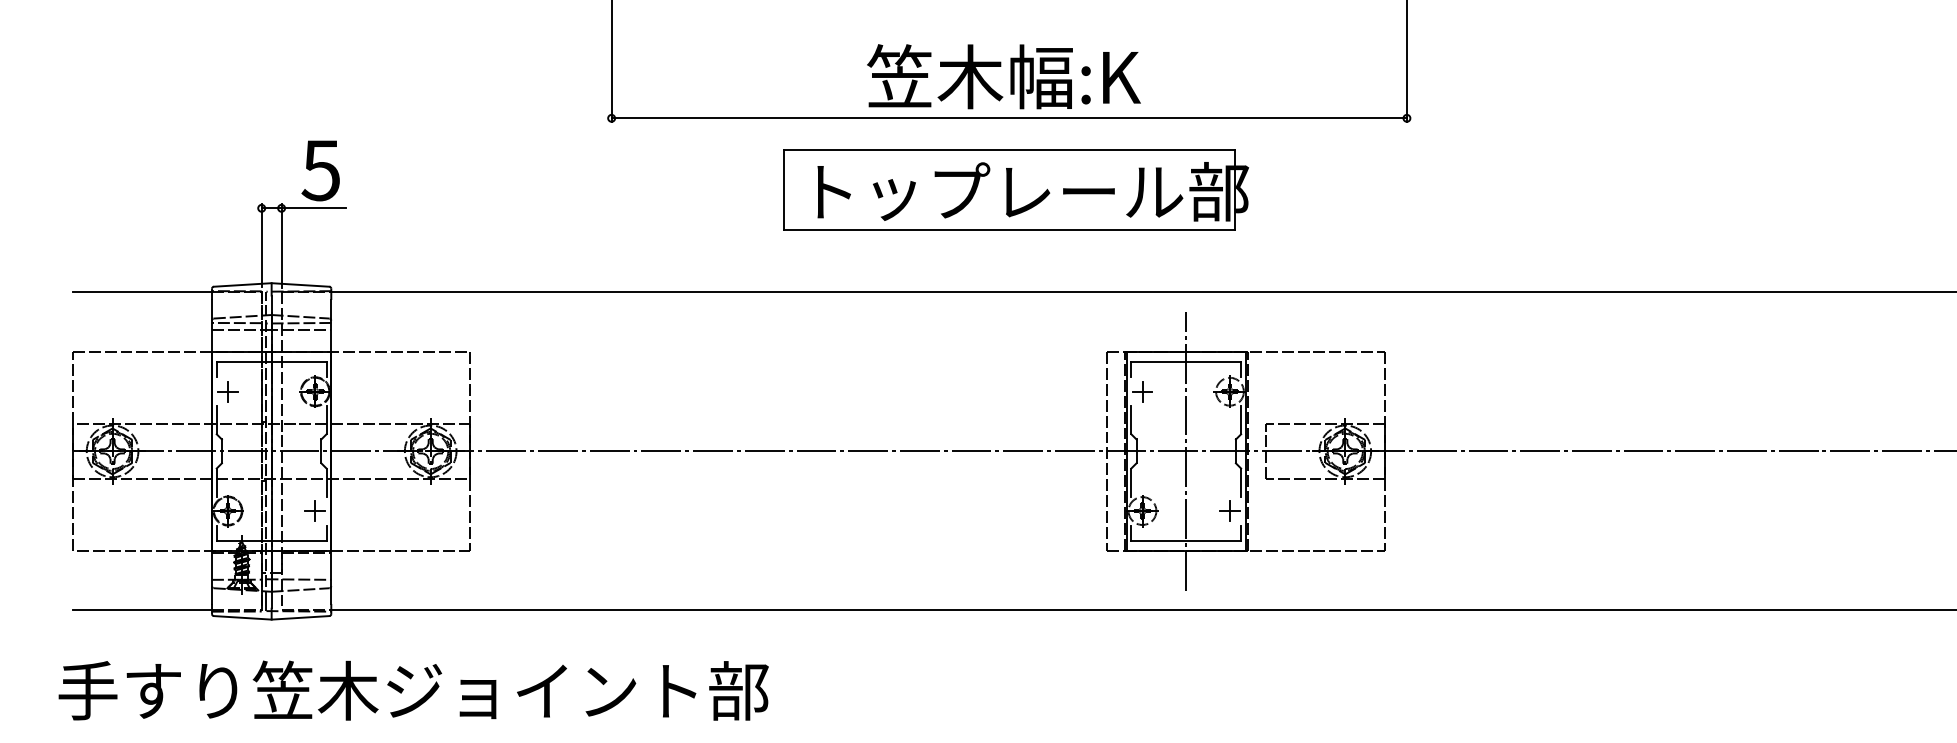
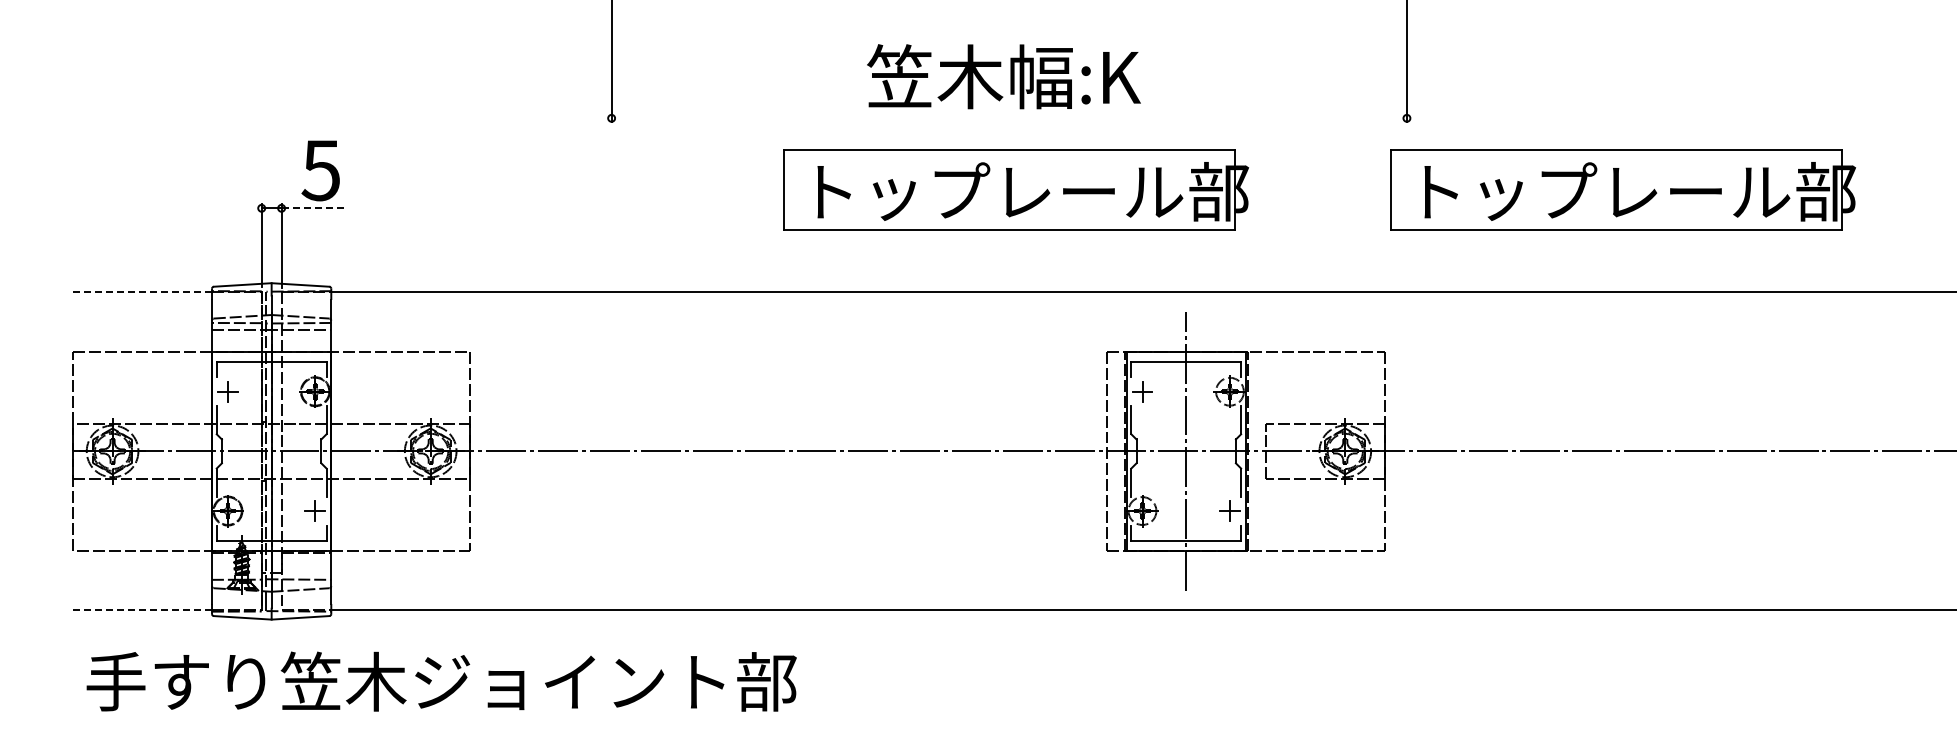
line at (1008, 118): present -> none
part at (1622, 189): none -> present
line at (314, 208): solid -> dashed
line at (142, 292): solid -> dashed
line at (142, 610): solid -> dashed
text at (413, 690) position: (413, 690) -> (441, 681)
